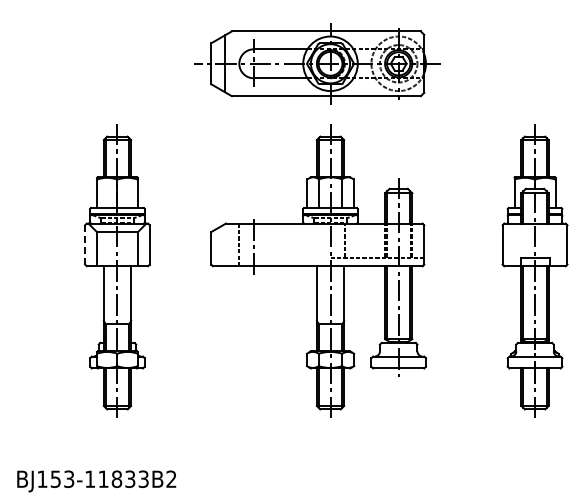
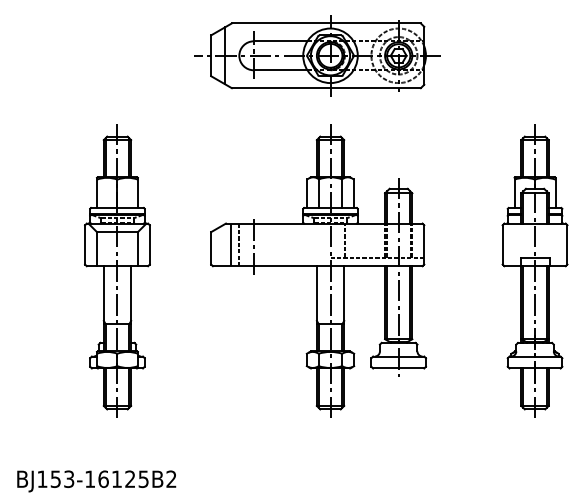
part at (317, 63) position: (317, 63) -> (317, 55)
line at (85, 244): dashed -> solid
line at (230, 244): none -> present
text at (123, 479): BJ153-11833B2 -> BJ153-16125B2
